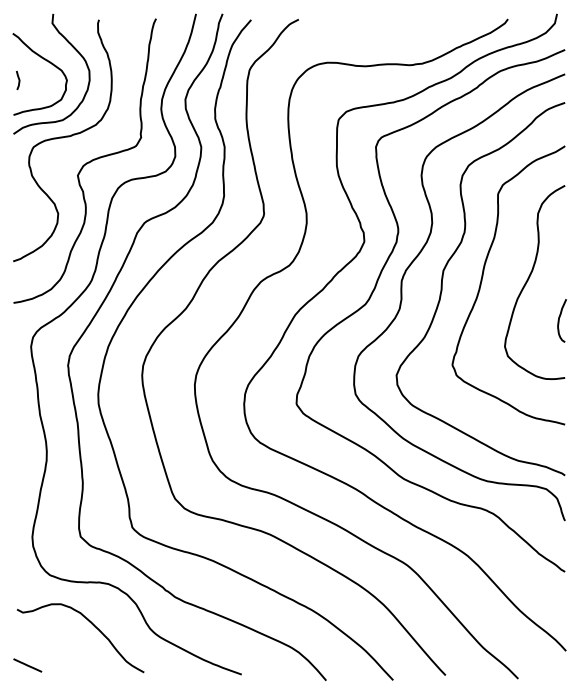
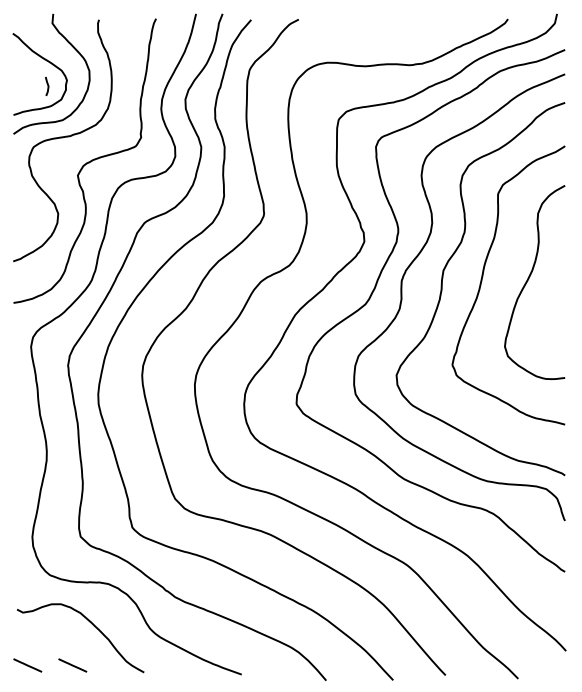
line at (18, 79) position: (18, 79) -> (47, 85)
curve at (559, 320): present -> none
line at (72, 665): none -> present
